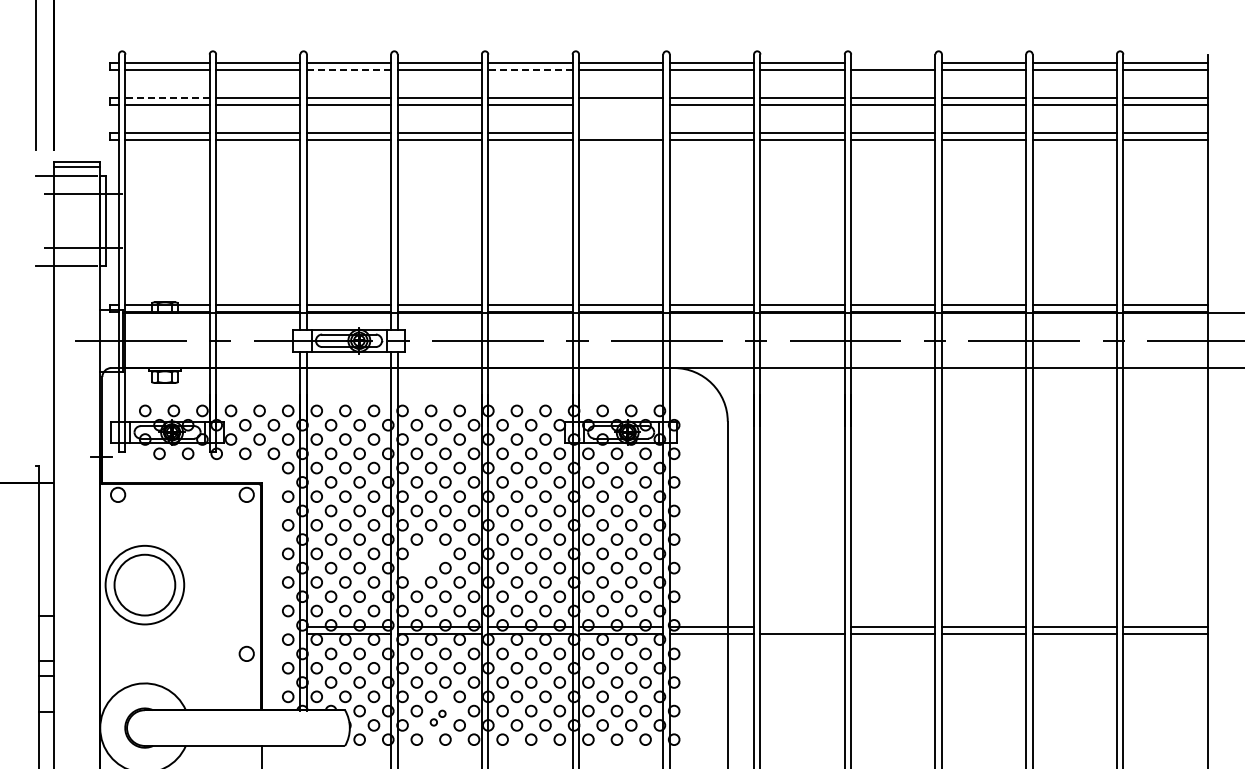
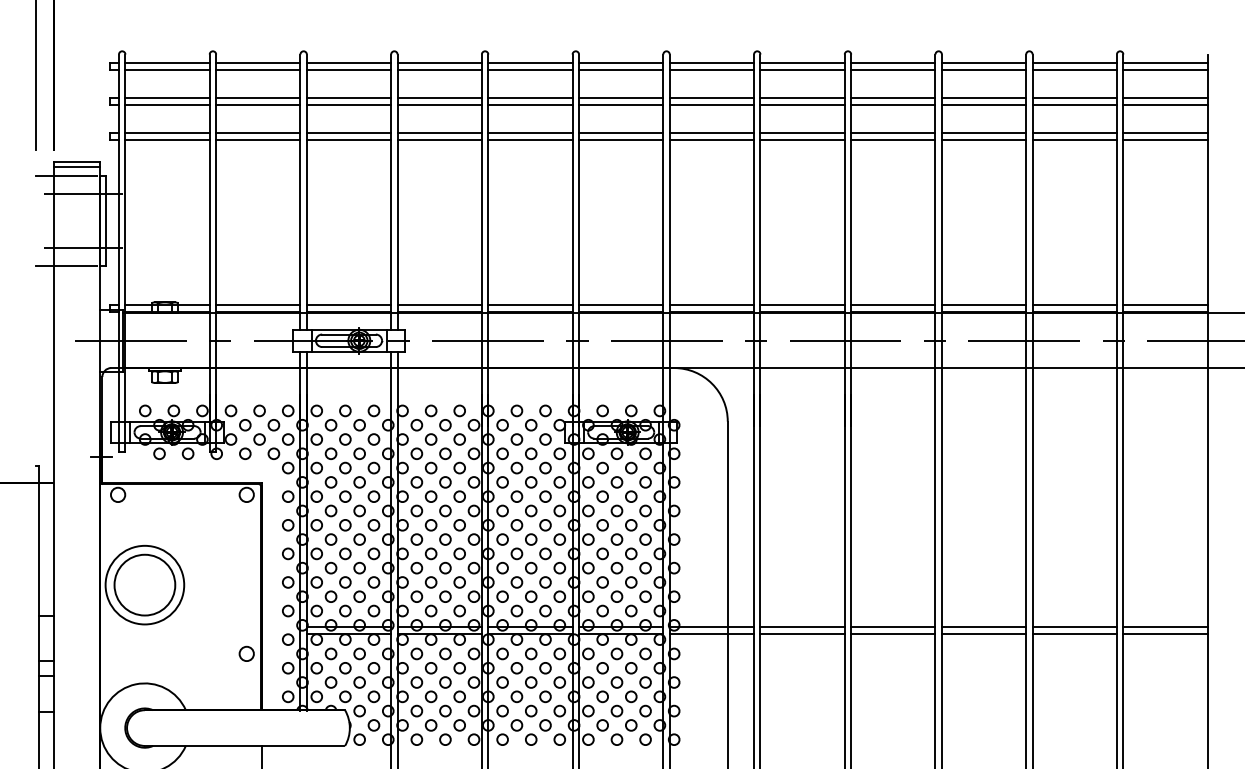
line at (893, 63): none -> present
line at (348, 69): dashed -> solid
line at (529, 69): dashed -> solid
line at (167, 98): dashed -> solid
line at (621, 104): none -> present
line at (621, 133): none -> present
part at (423, 560): none -> present
line at (802, 627): none -> present
part at (437, 717) size: 18x18 px -> 28x28 px
